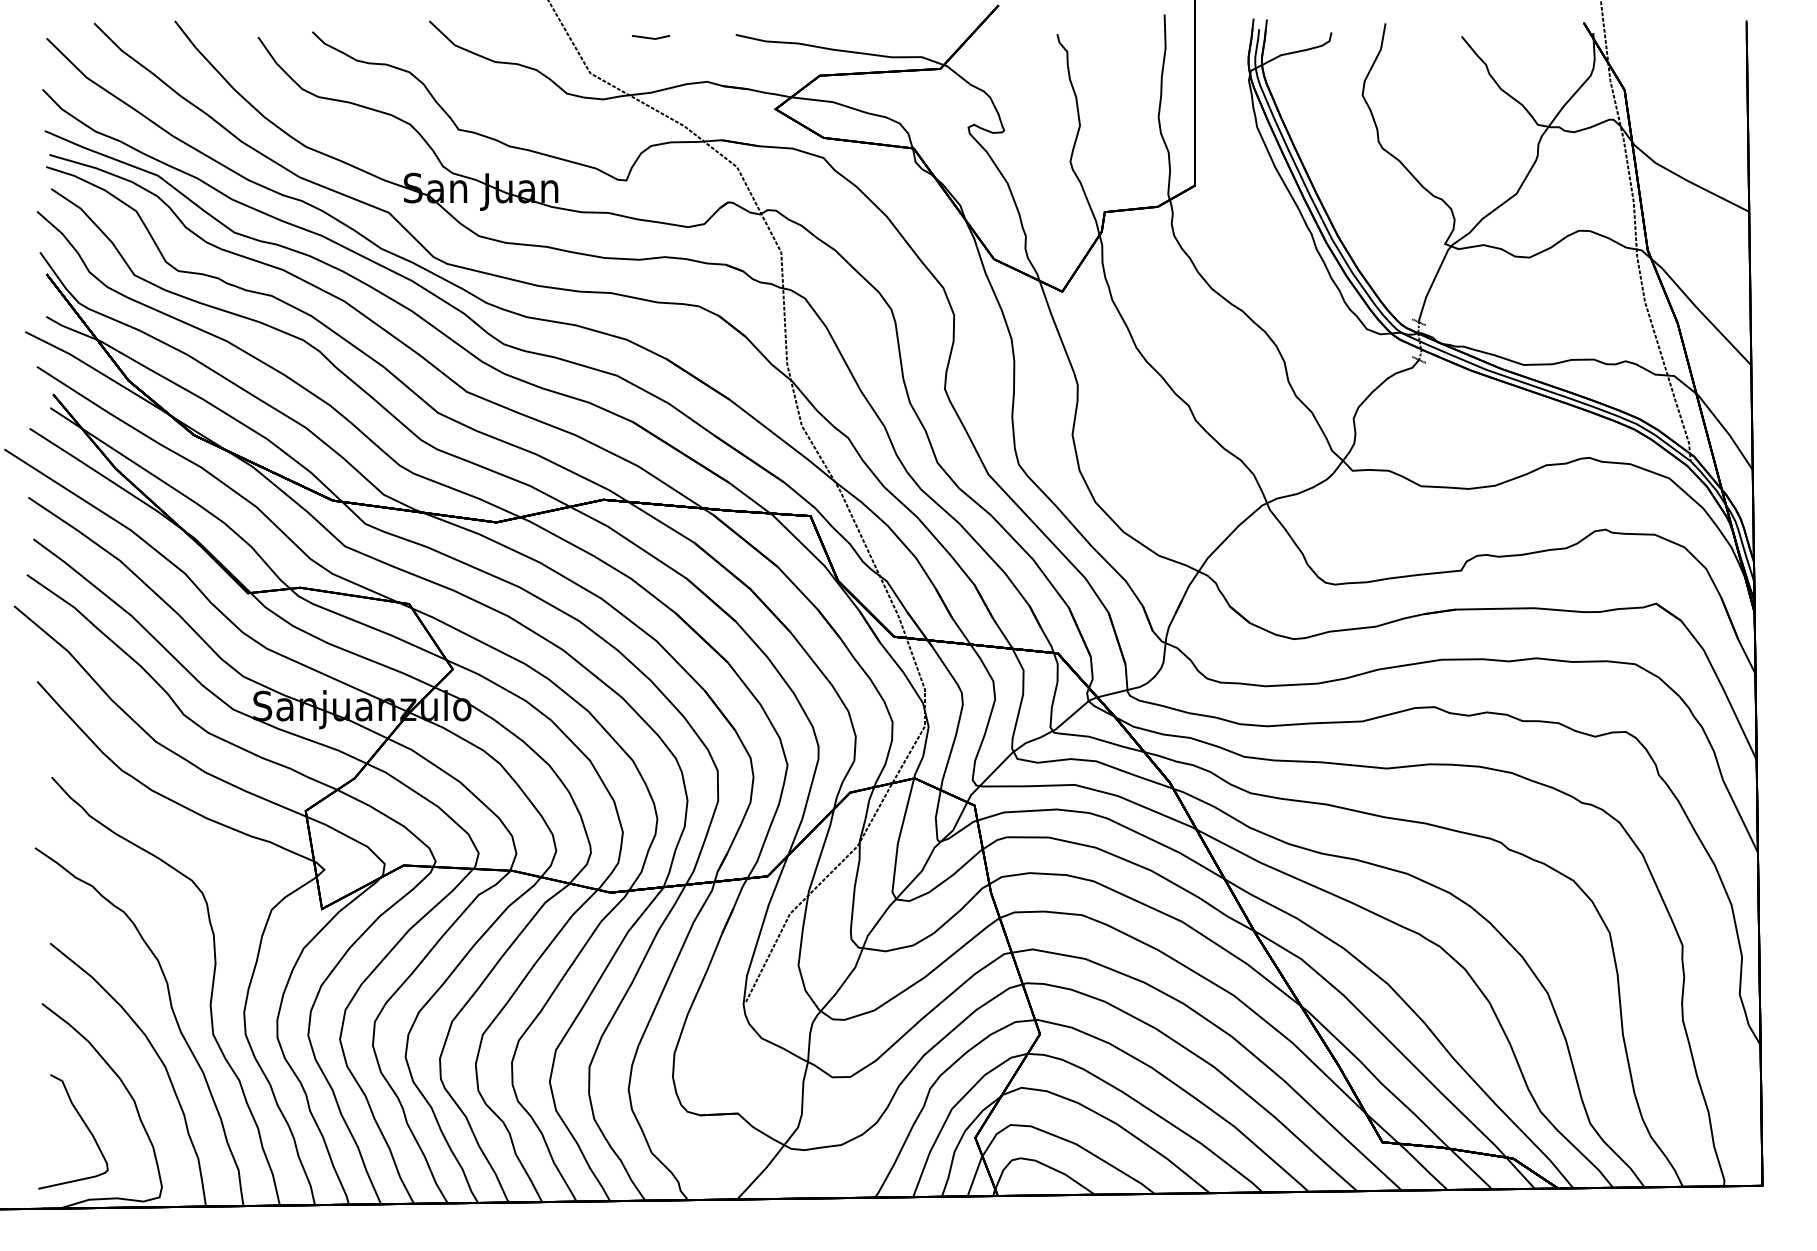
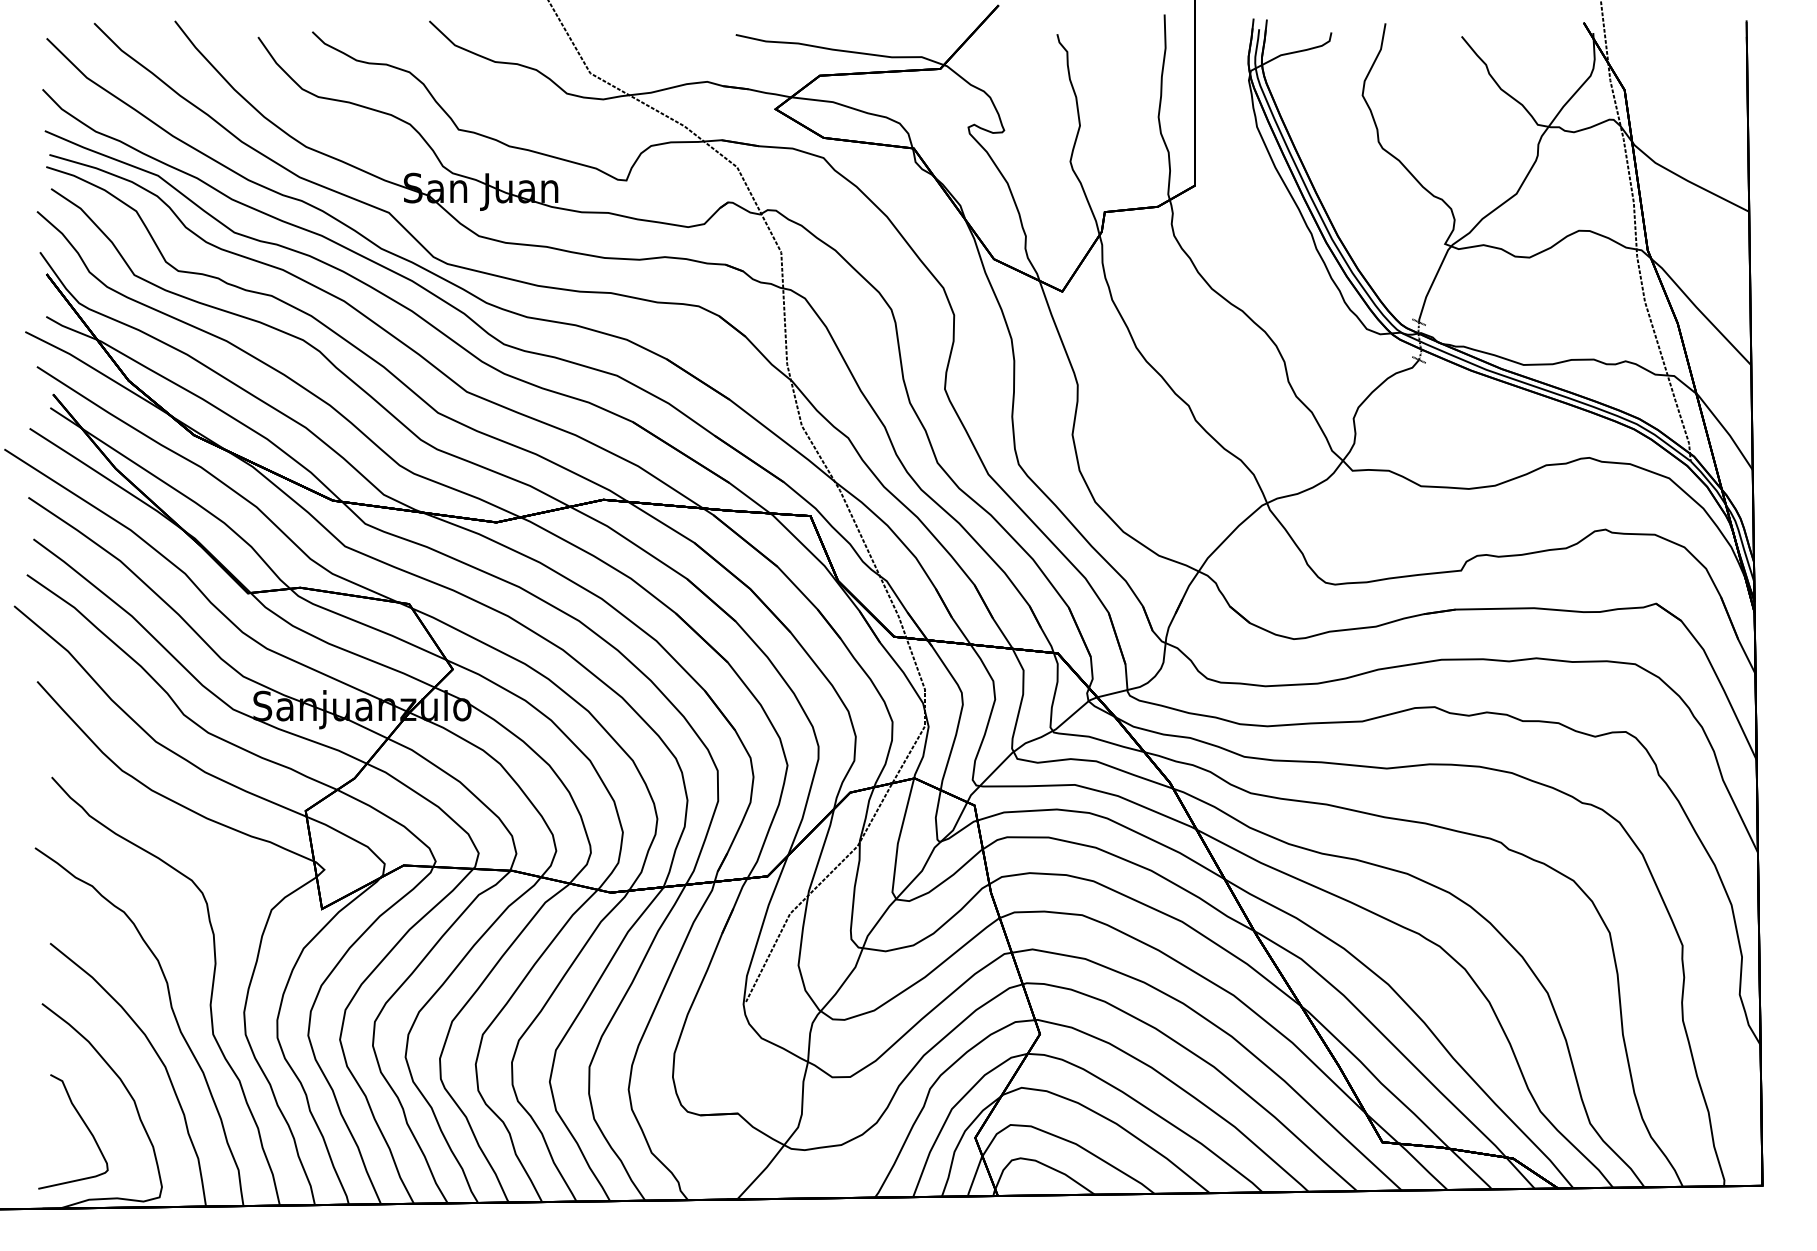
line at (651, 37): present -> none
